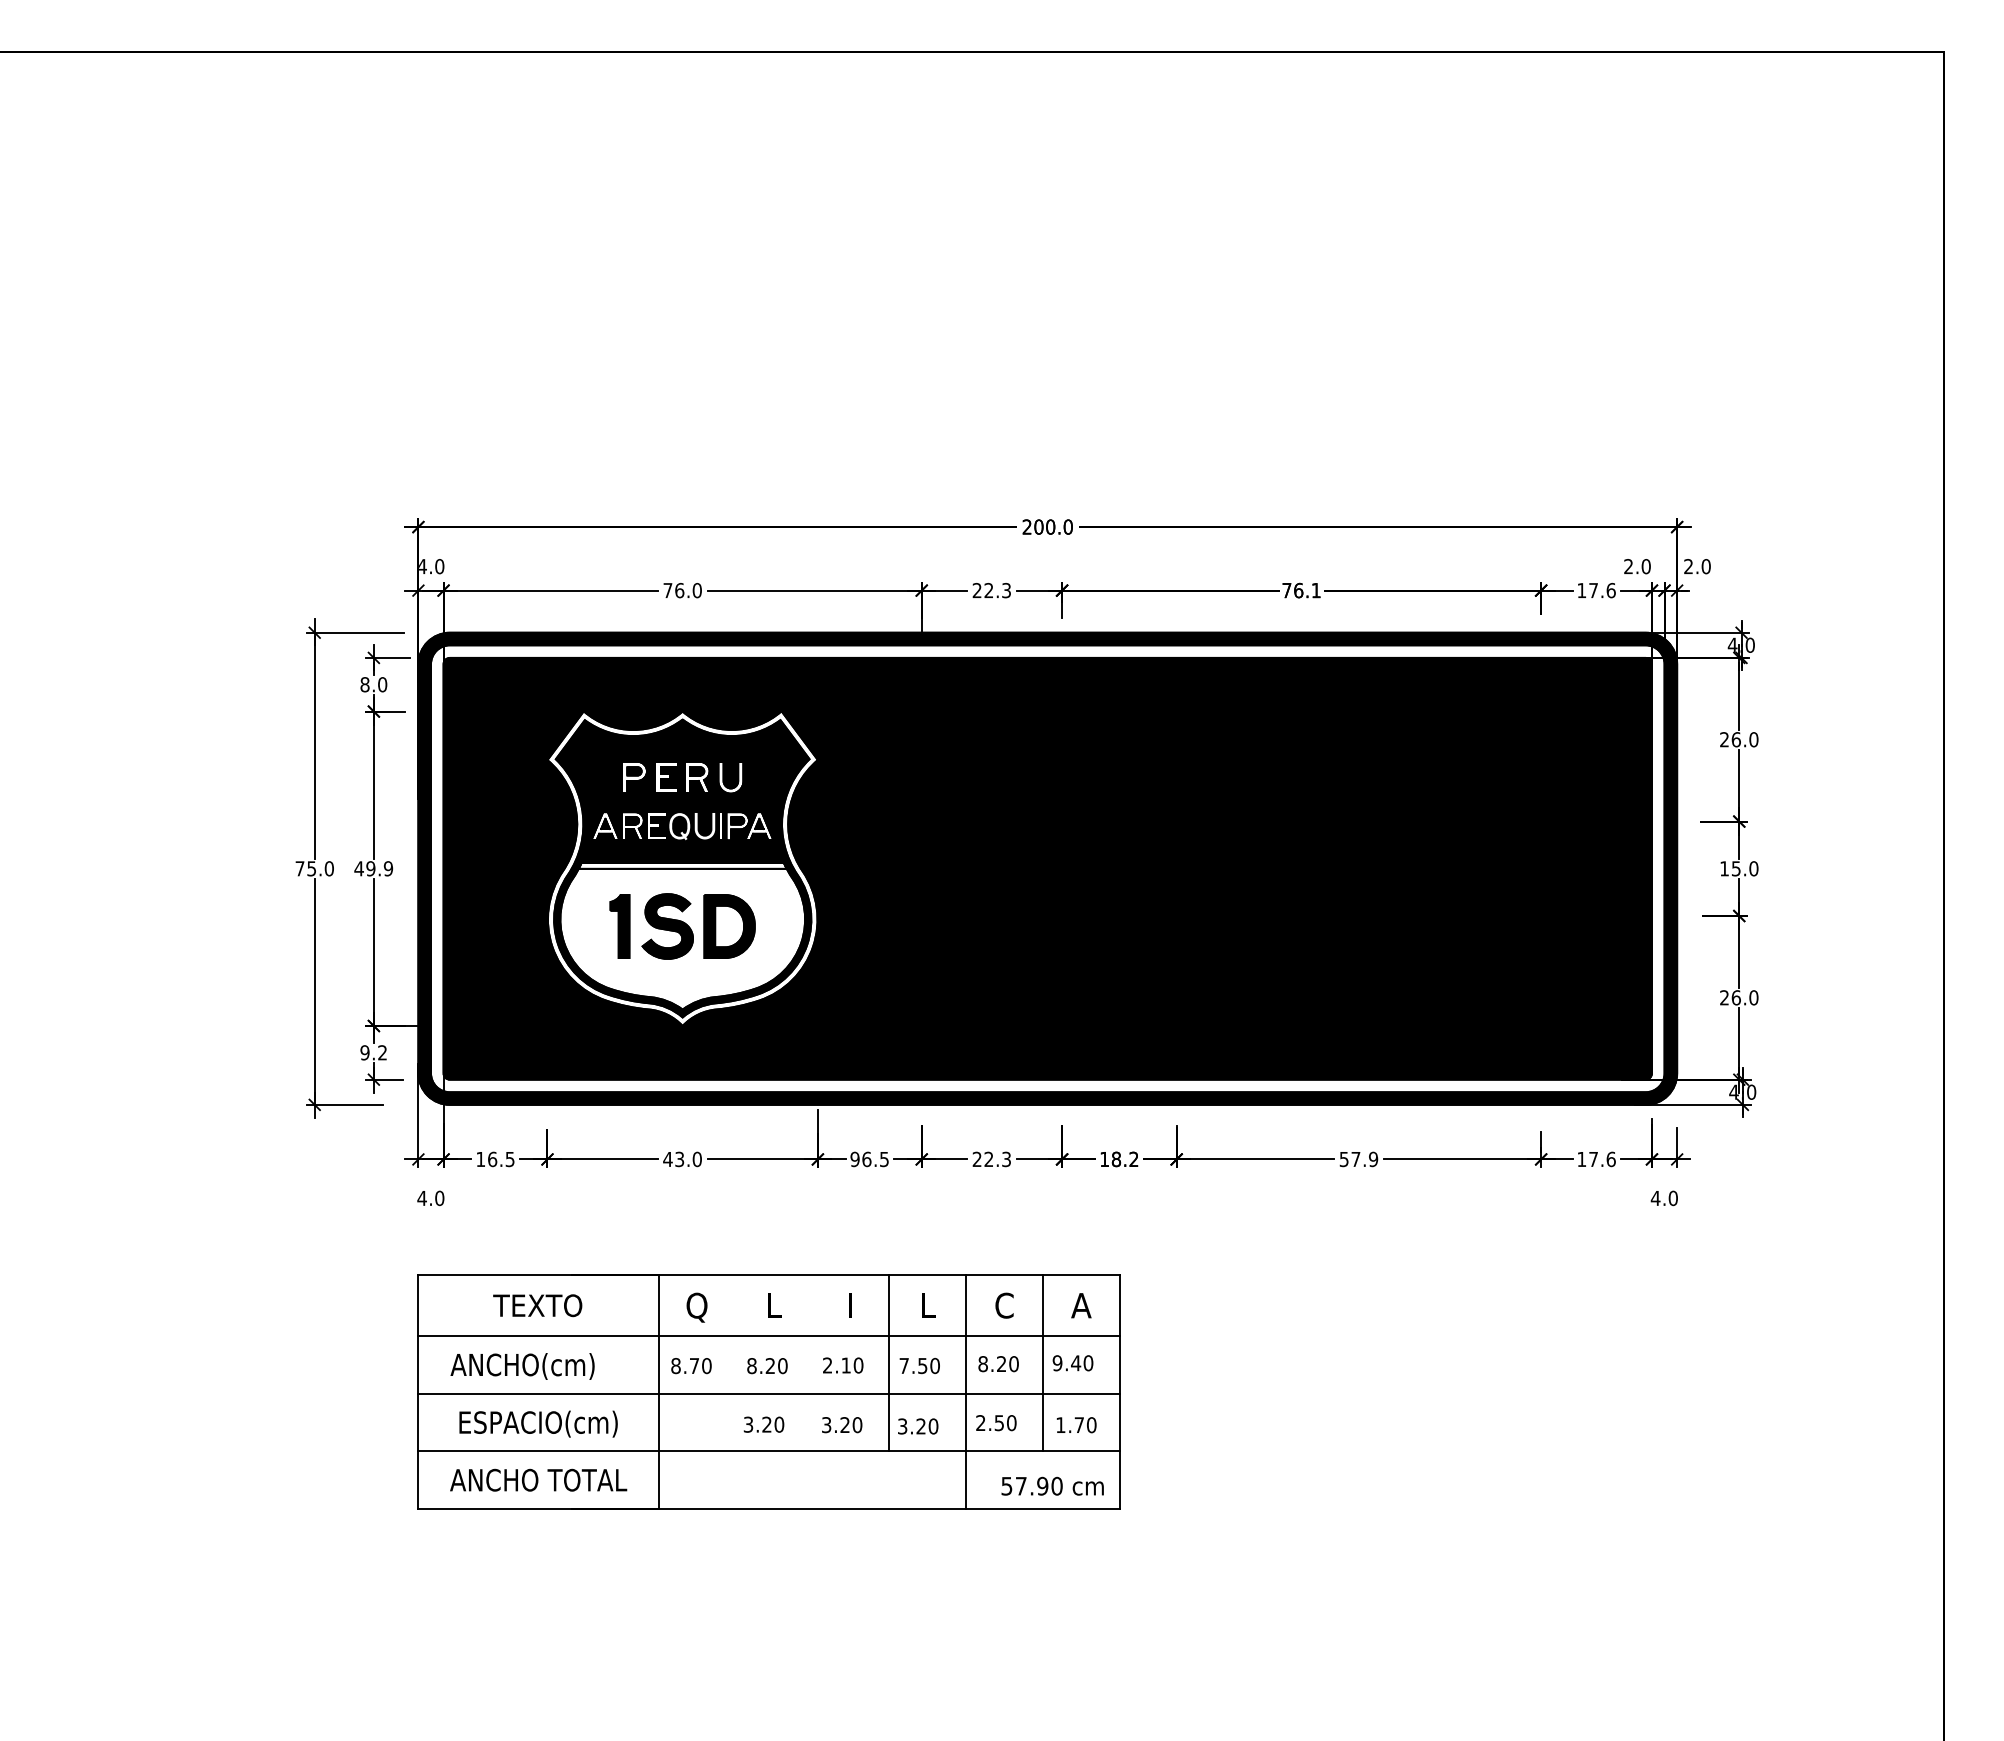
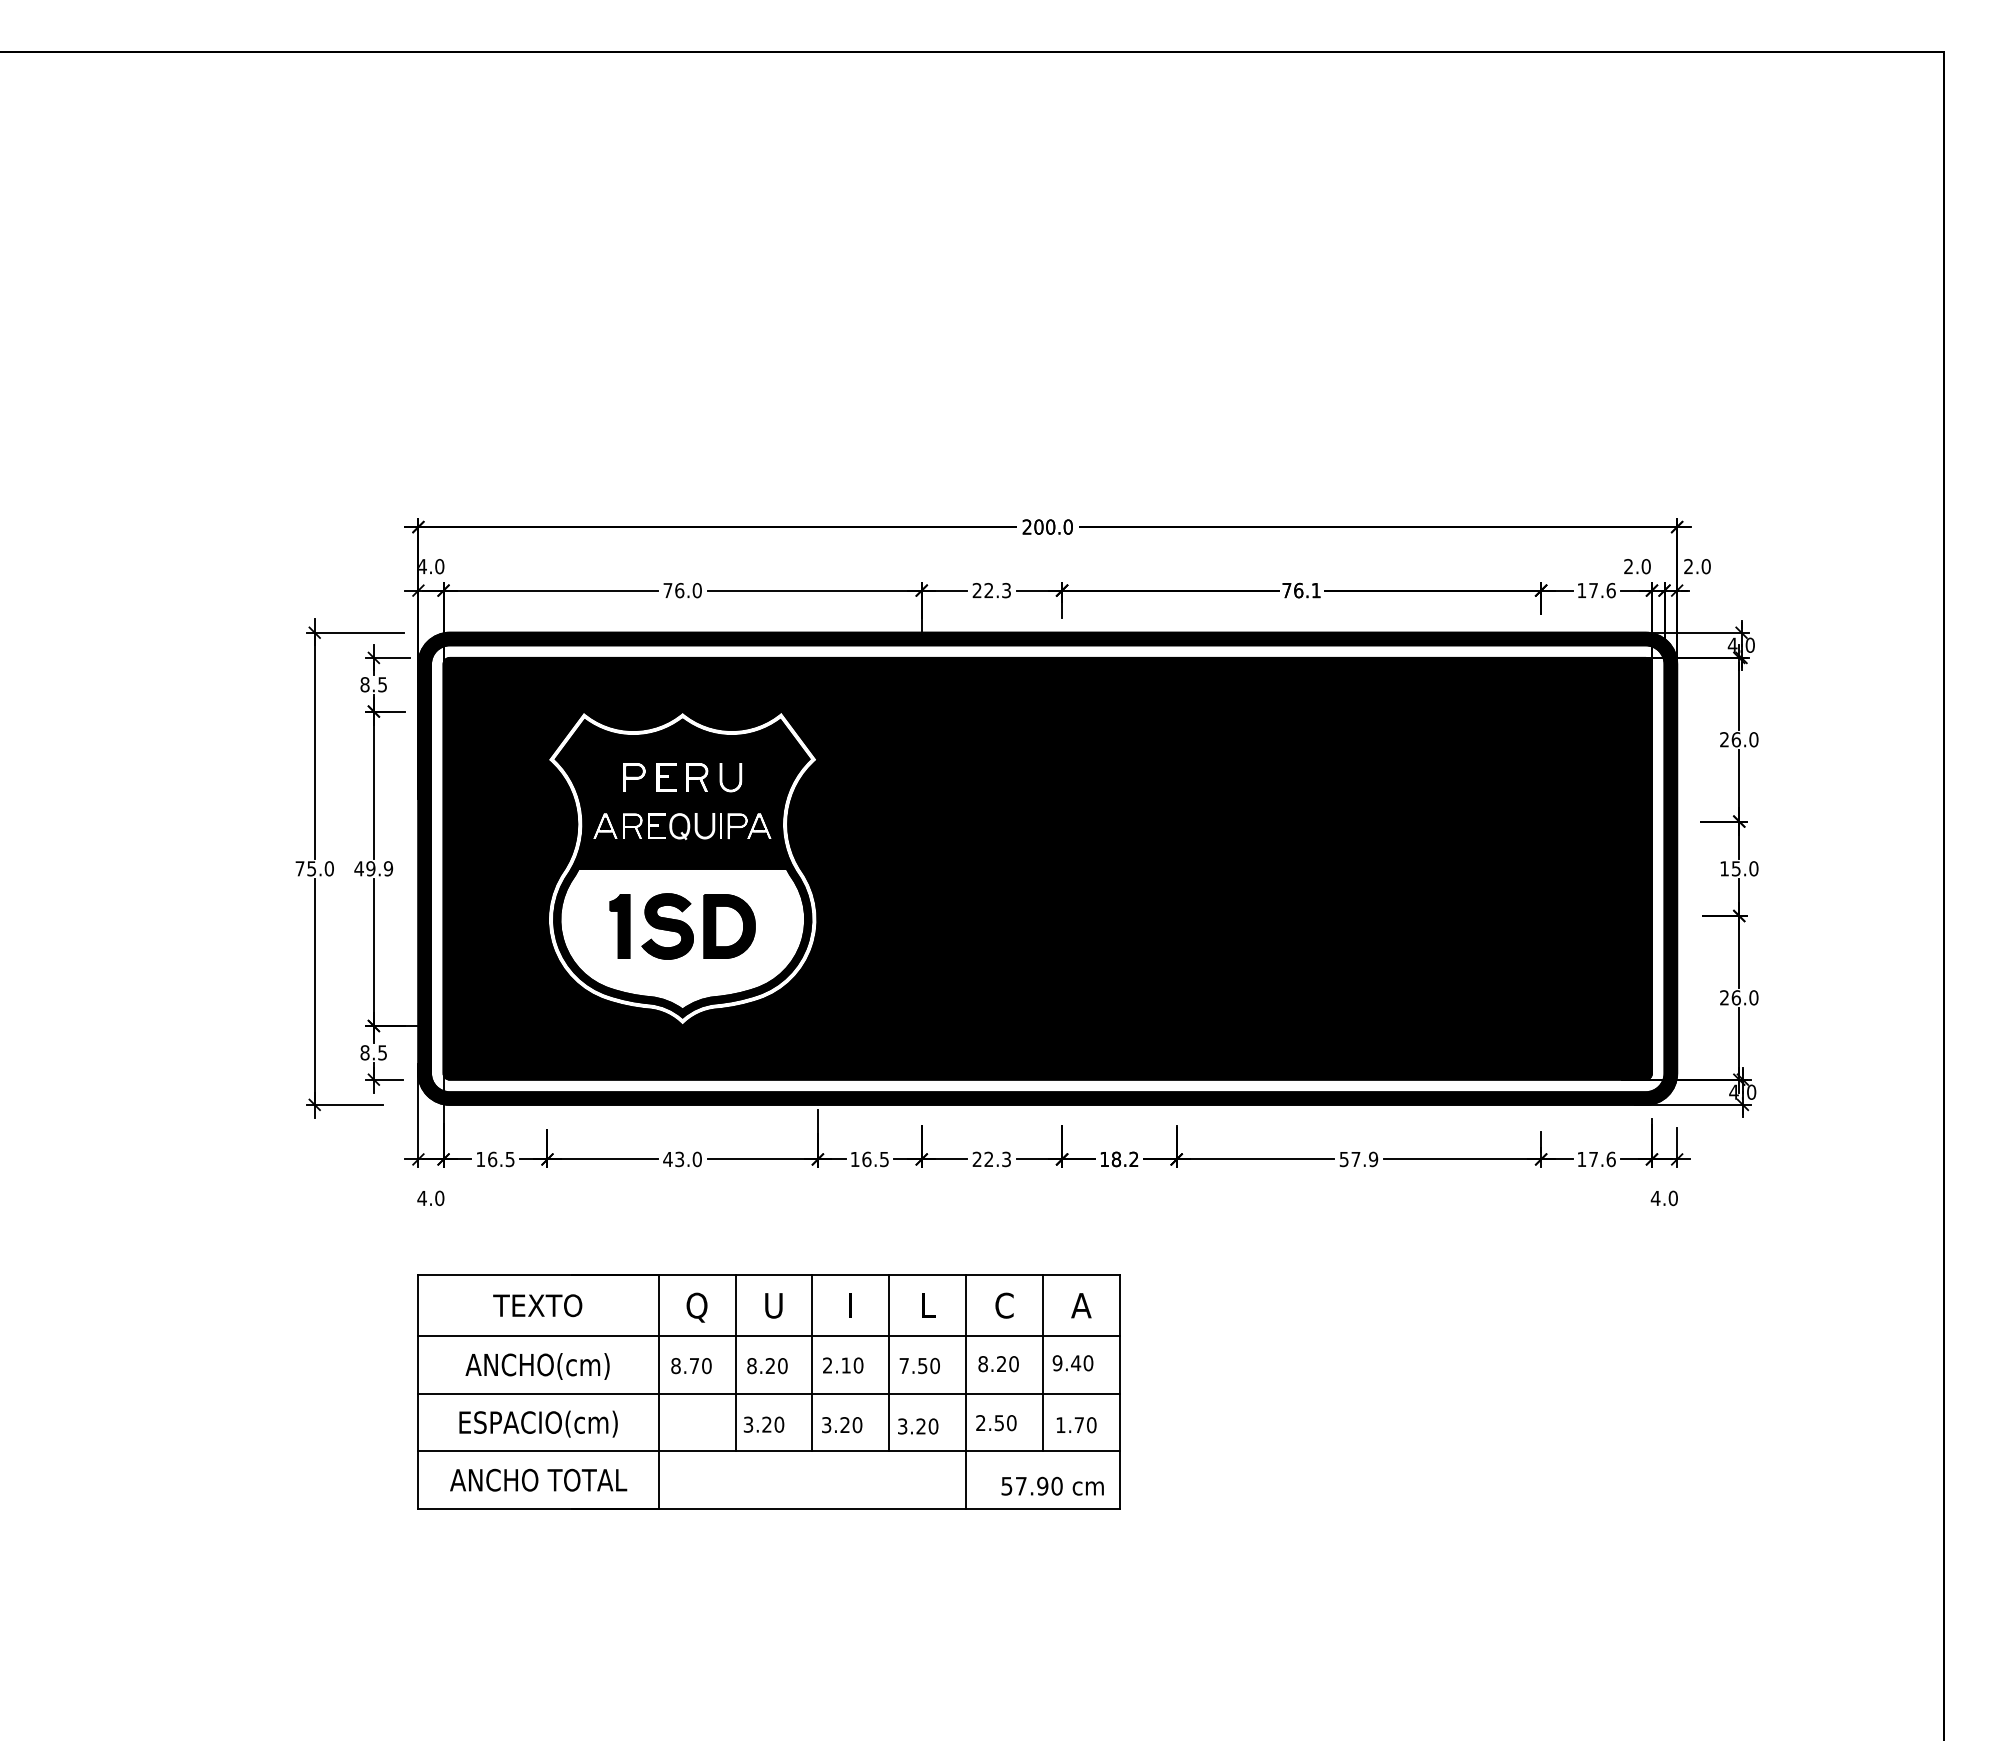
text at (382, 684): 8.0 -> 8.5
fill at (682, 865): none -> present
text at (373, 1052): 9.2 -> 8.5
text at (854, 1159): 96.5 -> 16.5
text at (773, 1305): L -> U
line at (735, 1363): none -> present
line at (812, 1363): none -> present
text at (522, 1366) position: (522, 1366) -> (537, 1366)
